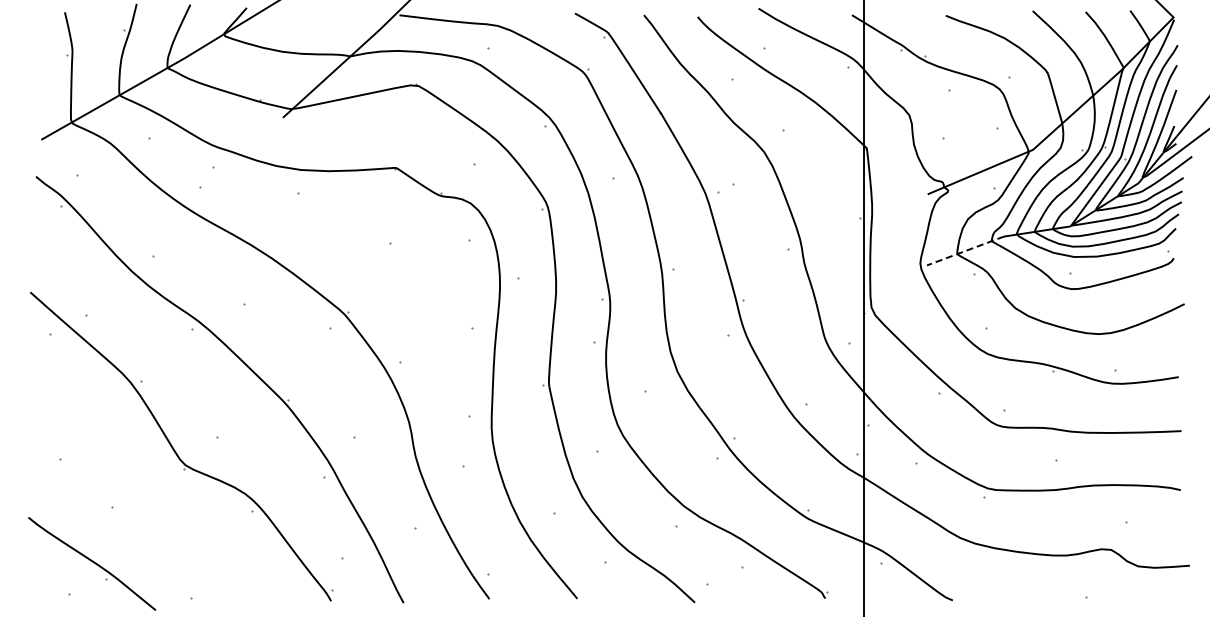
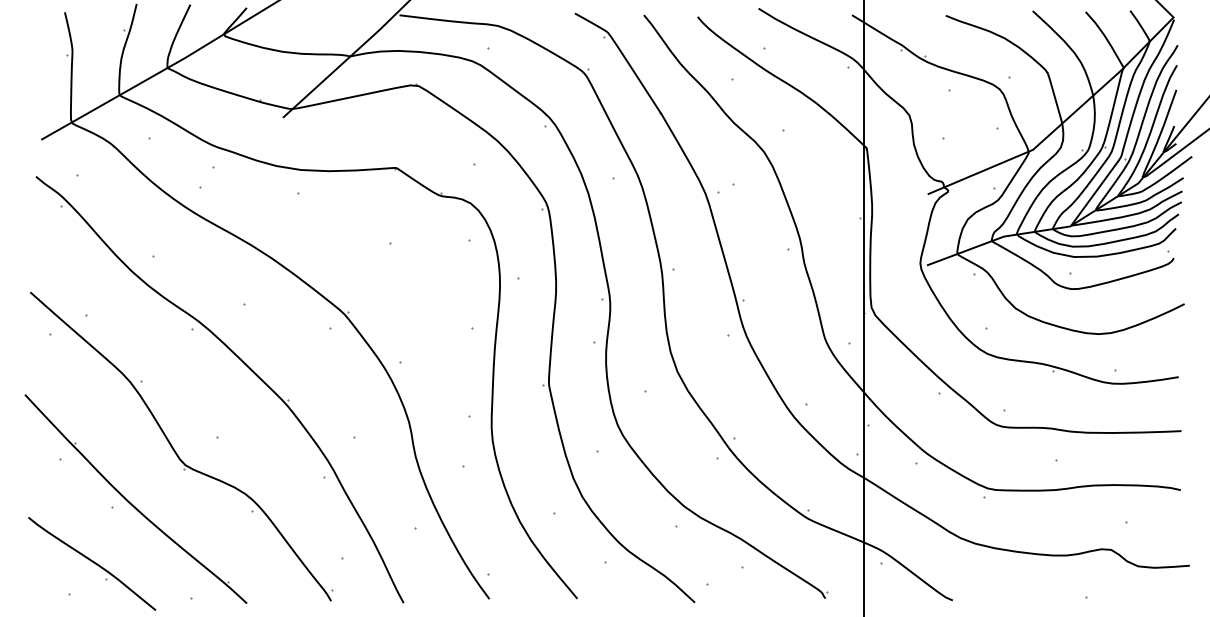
line at (965, 251): dashed -> solid
part at (133, 504): none -> present
